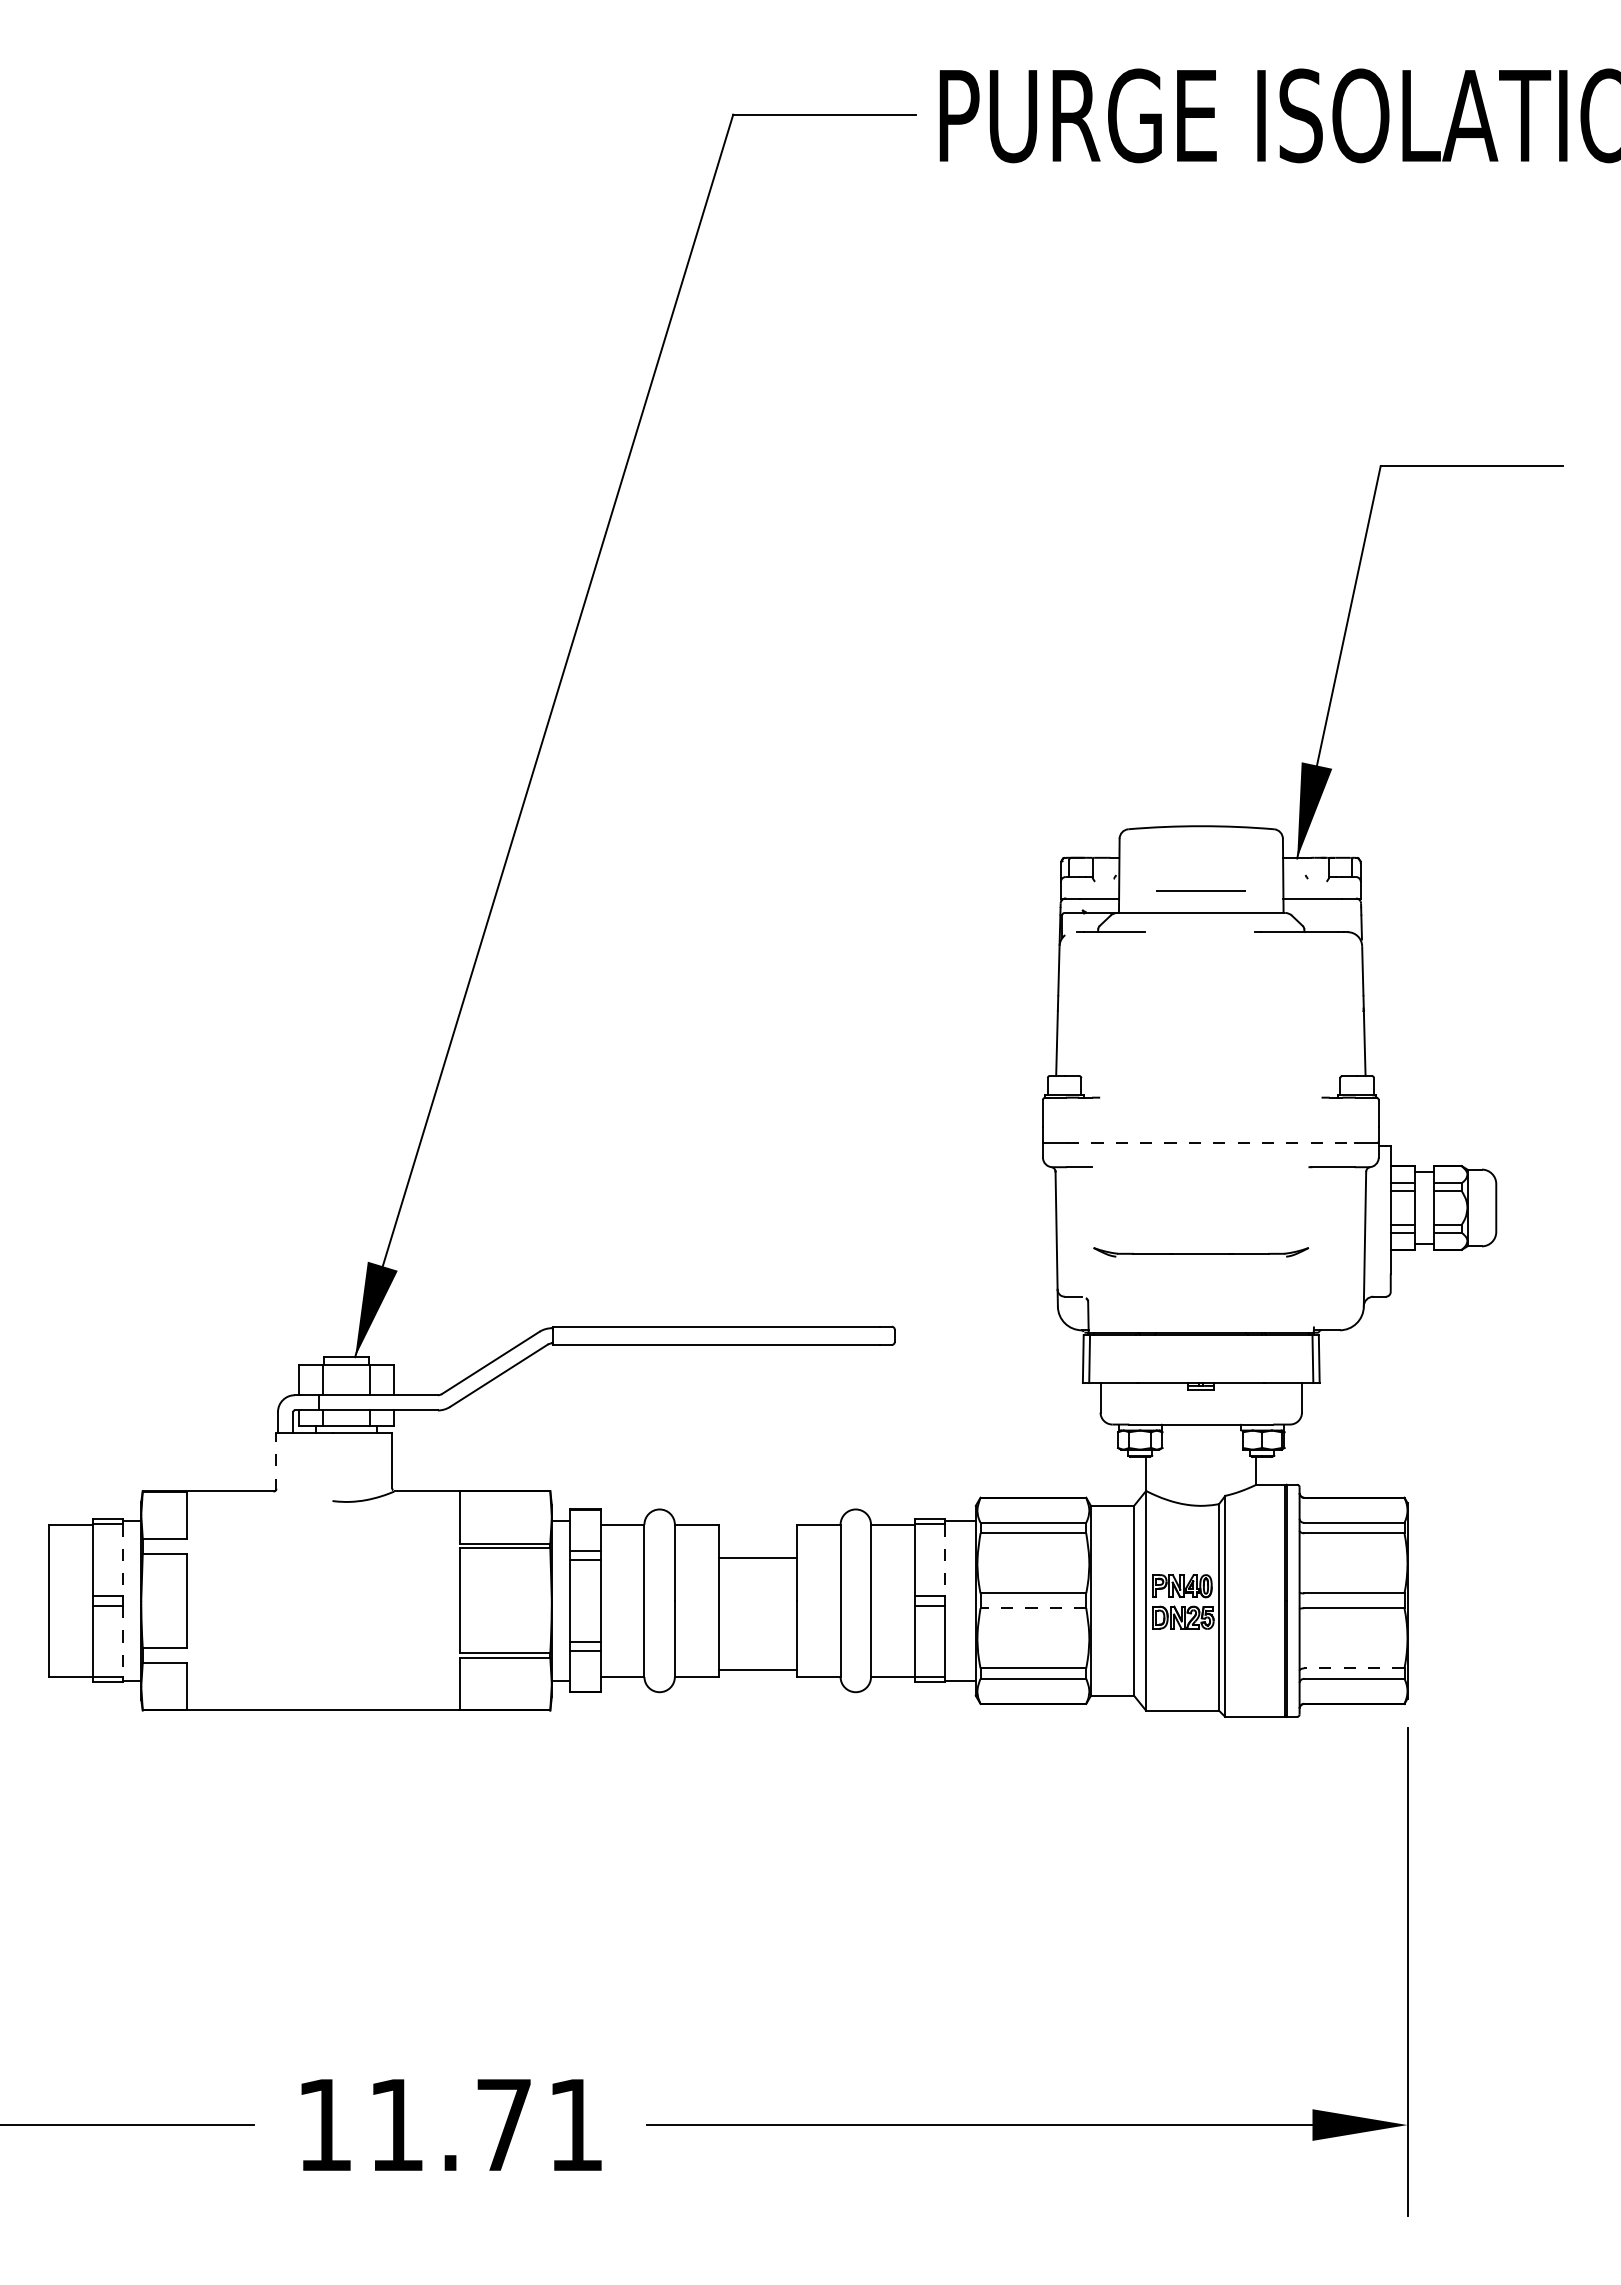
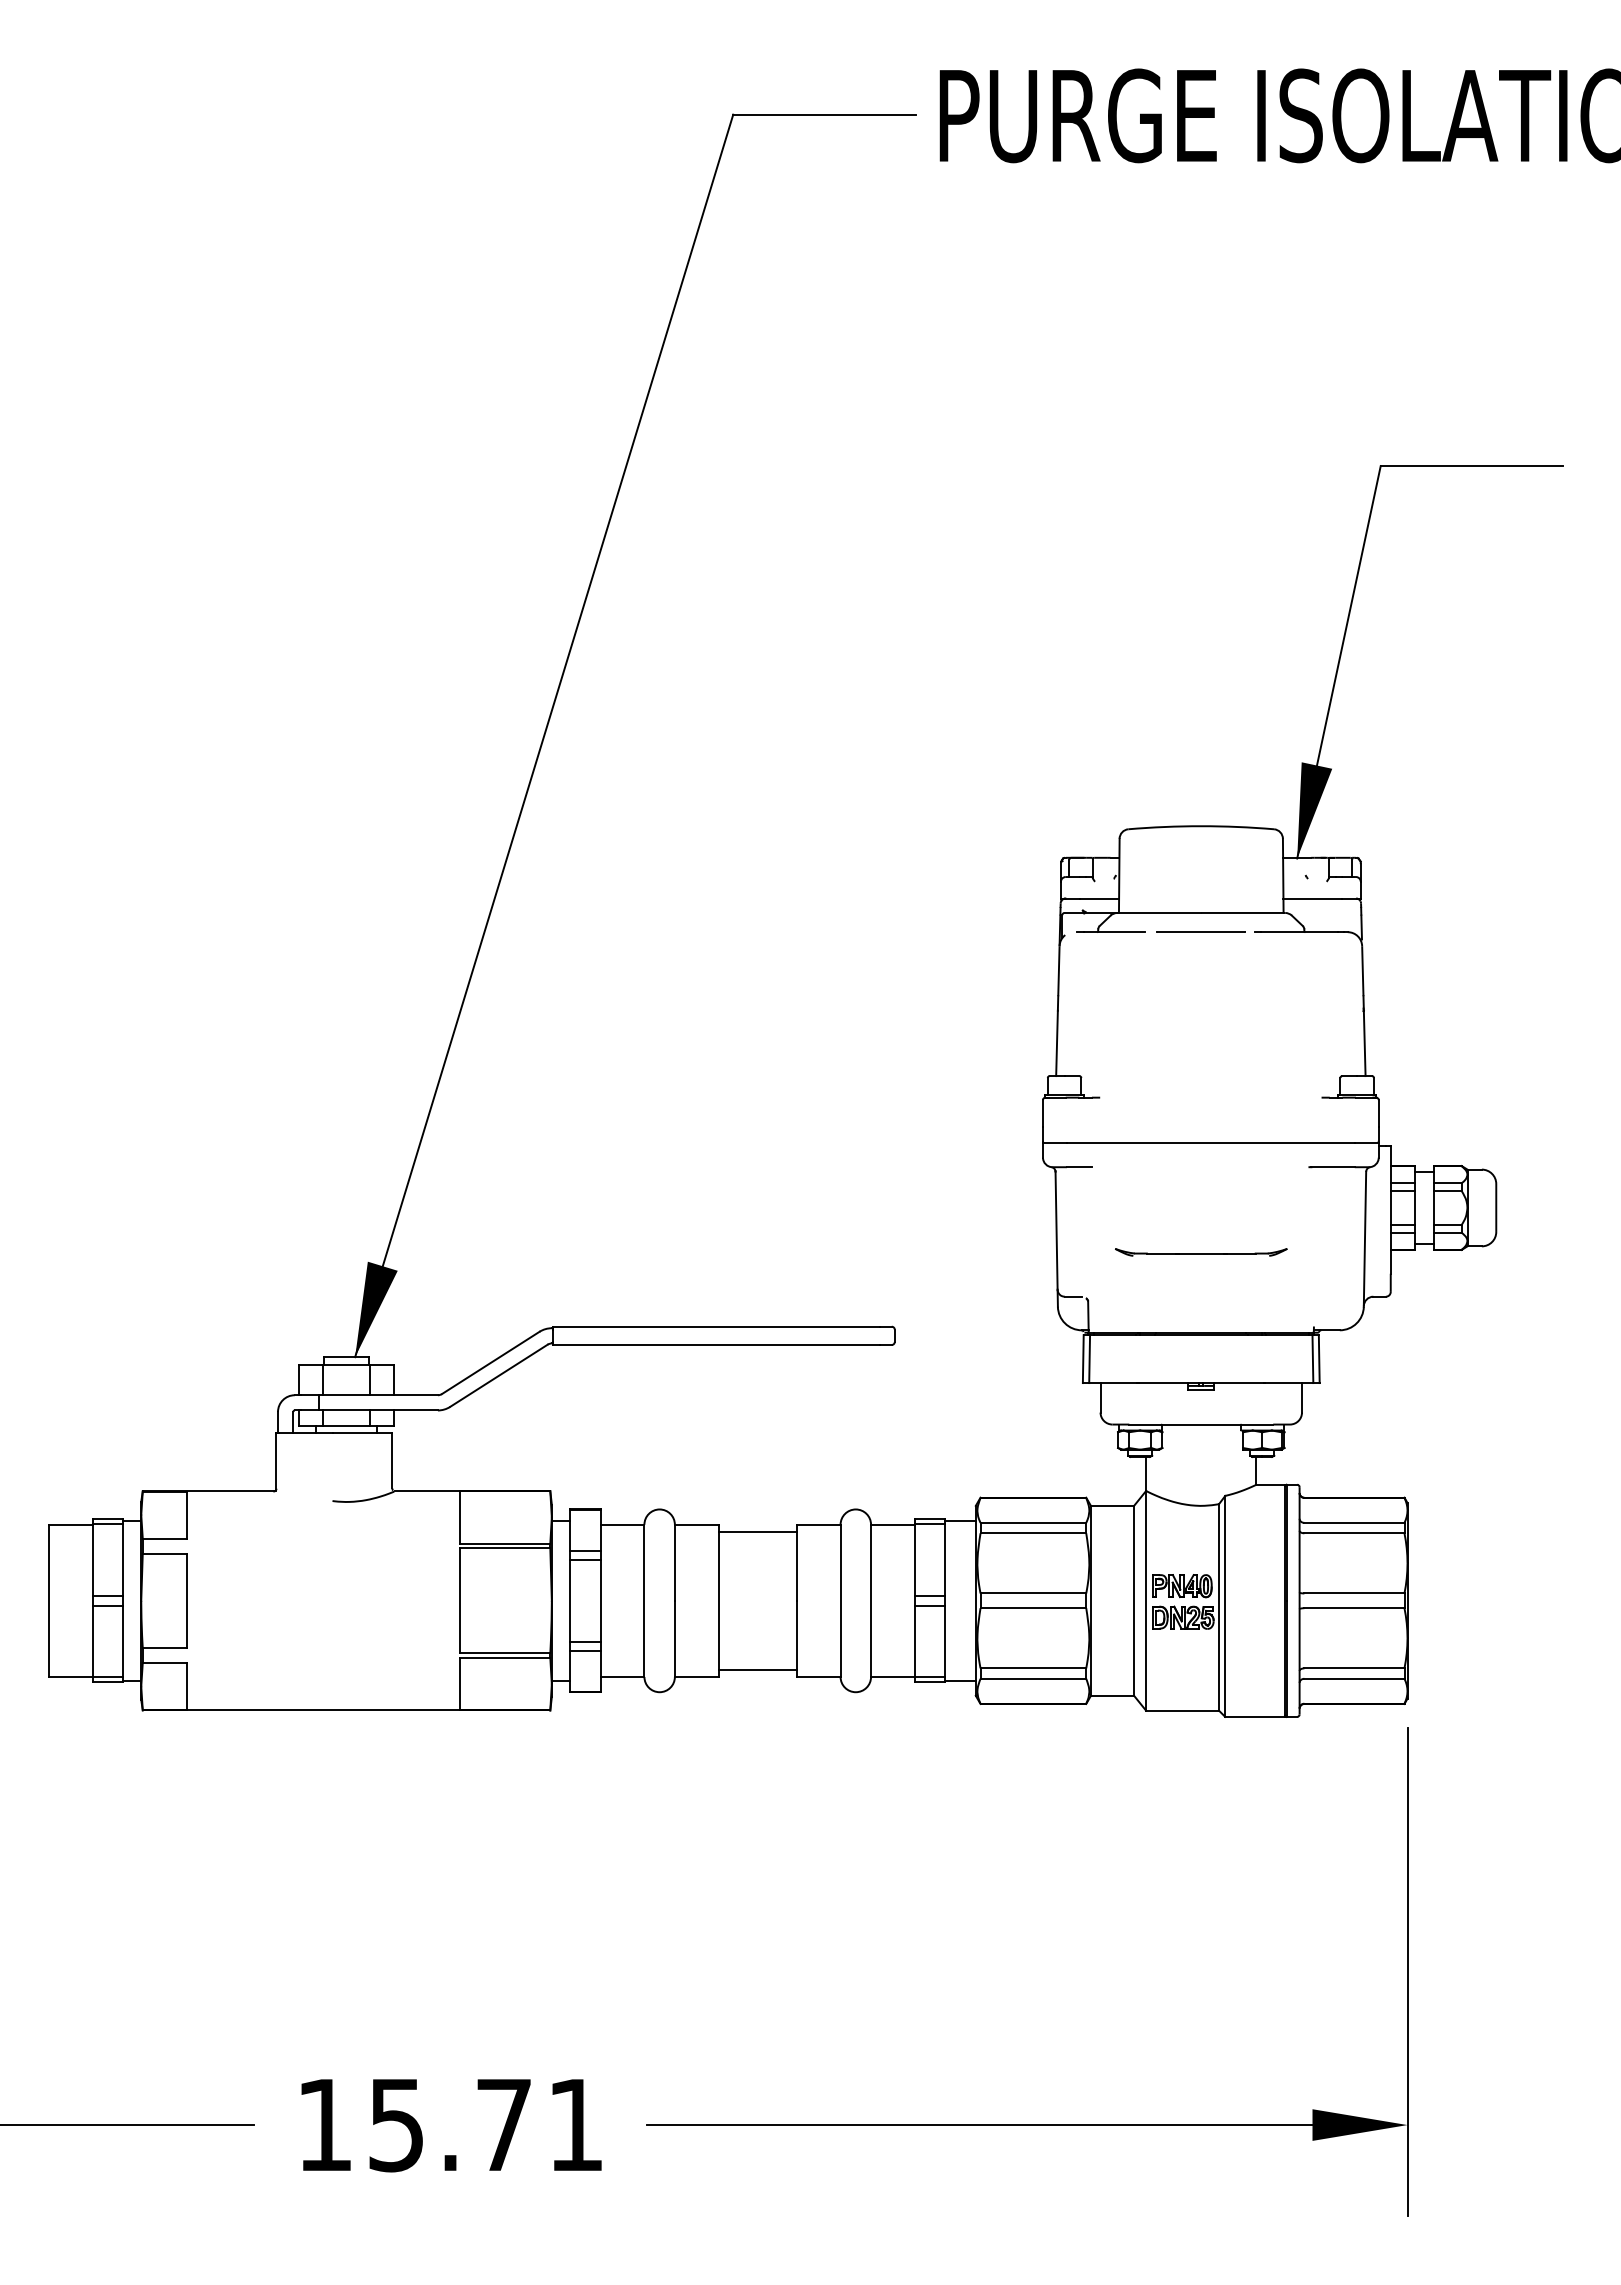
line at (1200, 890) position: (1200, 890) -> (1200, 931)
line at (1210, 1143): dashed -> solid
part at (1201, 1252) size: 217x11 px -> 173x9 px
line at (276, 1462): dashed -> solid
line at (757, 1558) position: (757, 1558) -> (757, 1532)
line at (122, 1560): dashed -> solid
line at (945, 1560): dashed -> solid
line at (1033, 1608): dashed -> solid
line at (122, 1641): dashed -> solid
line at (1353, 1668): dashed -> solid
text at (395, 2125): 11.71 -> 15.71
